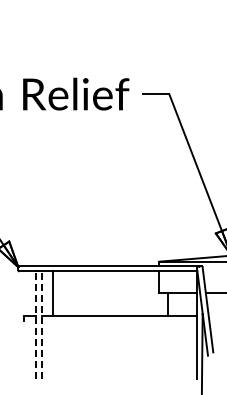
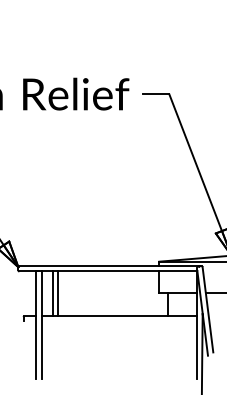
line at (58, 293): none -> present
line at (35, 325): dashed -> solid
line at (42, 325): dashed -> solid
